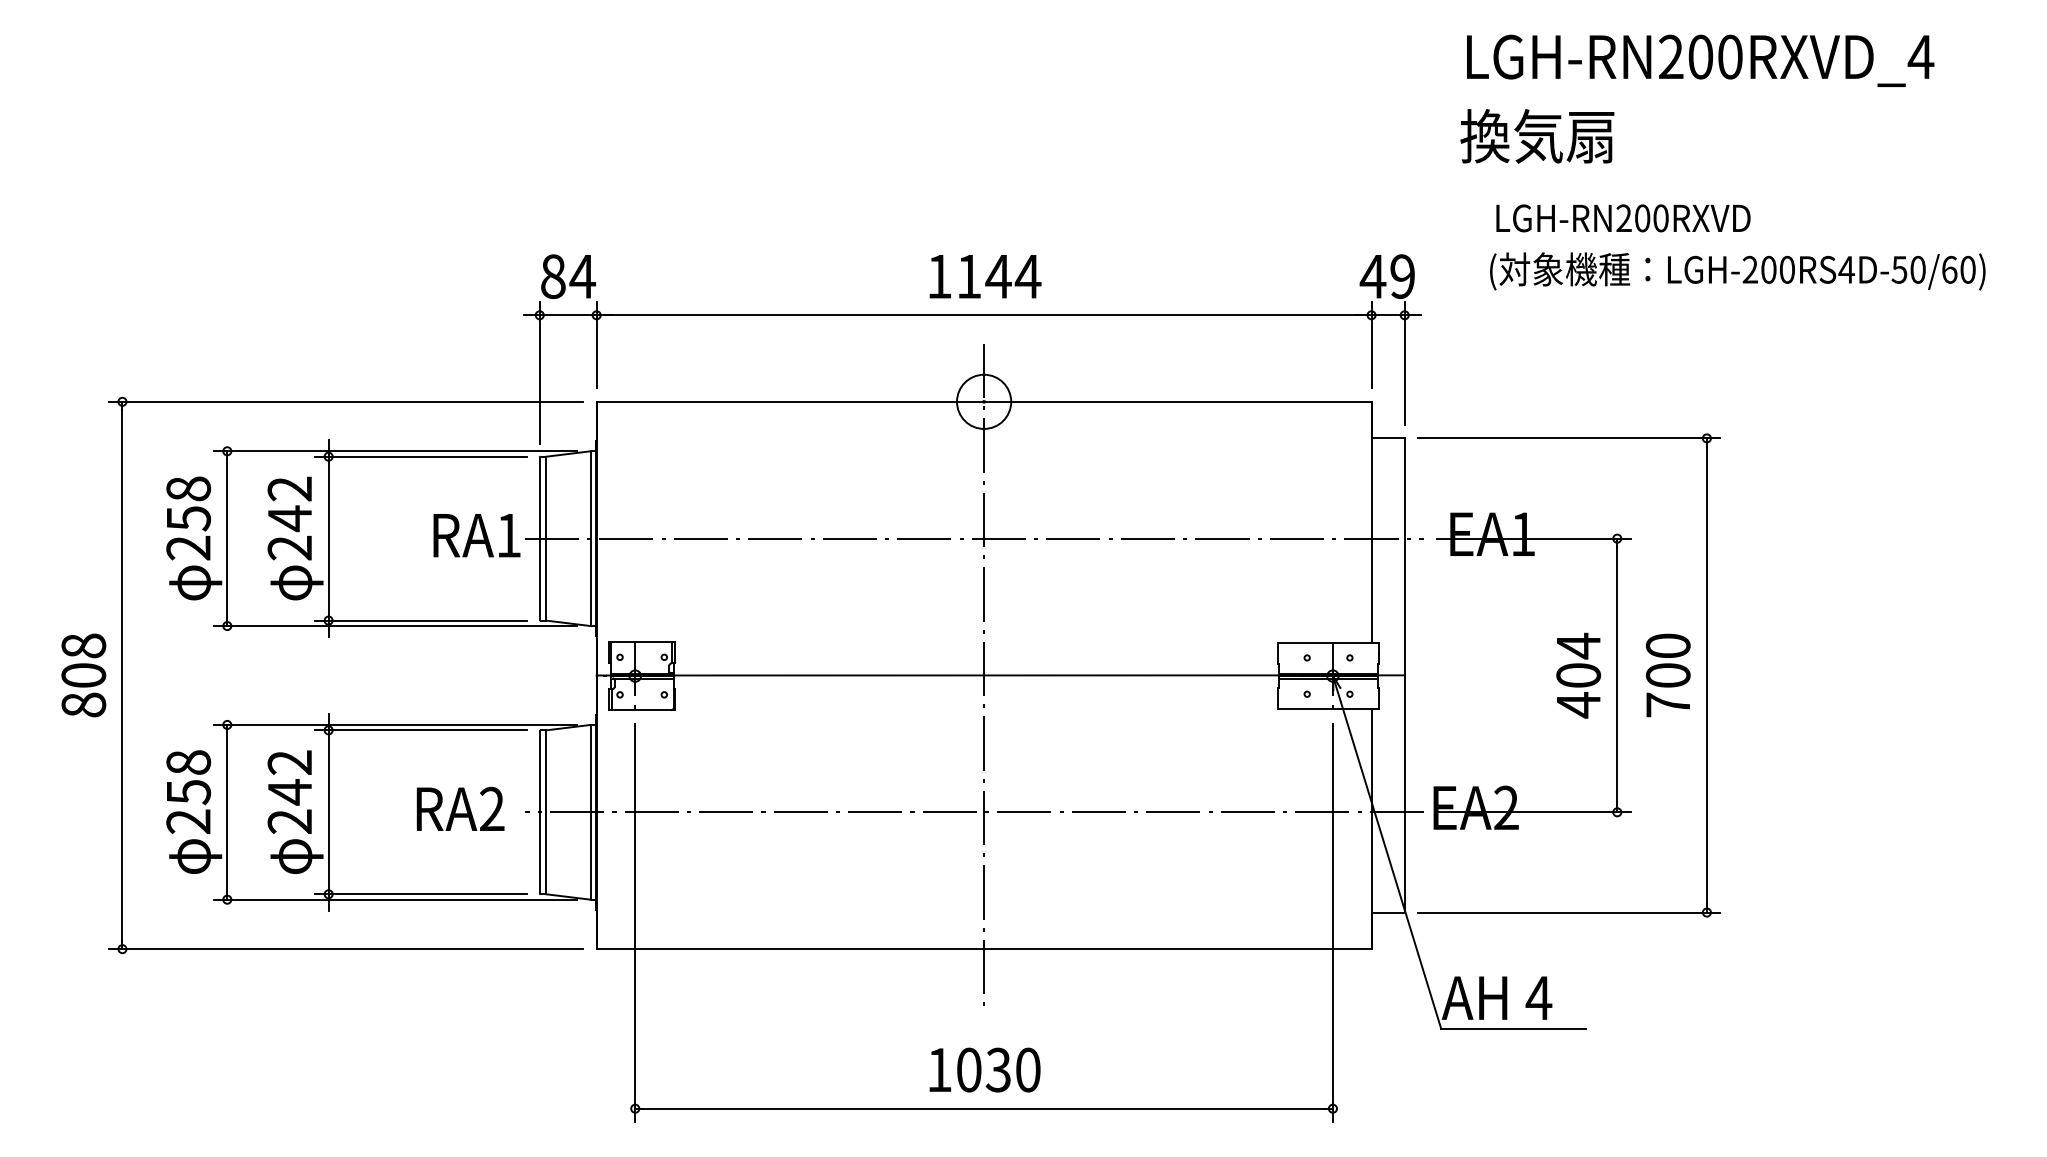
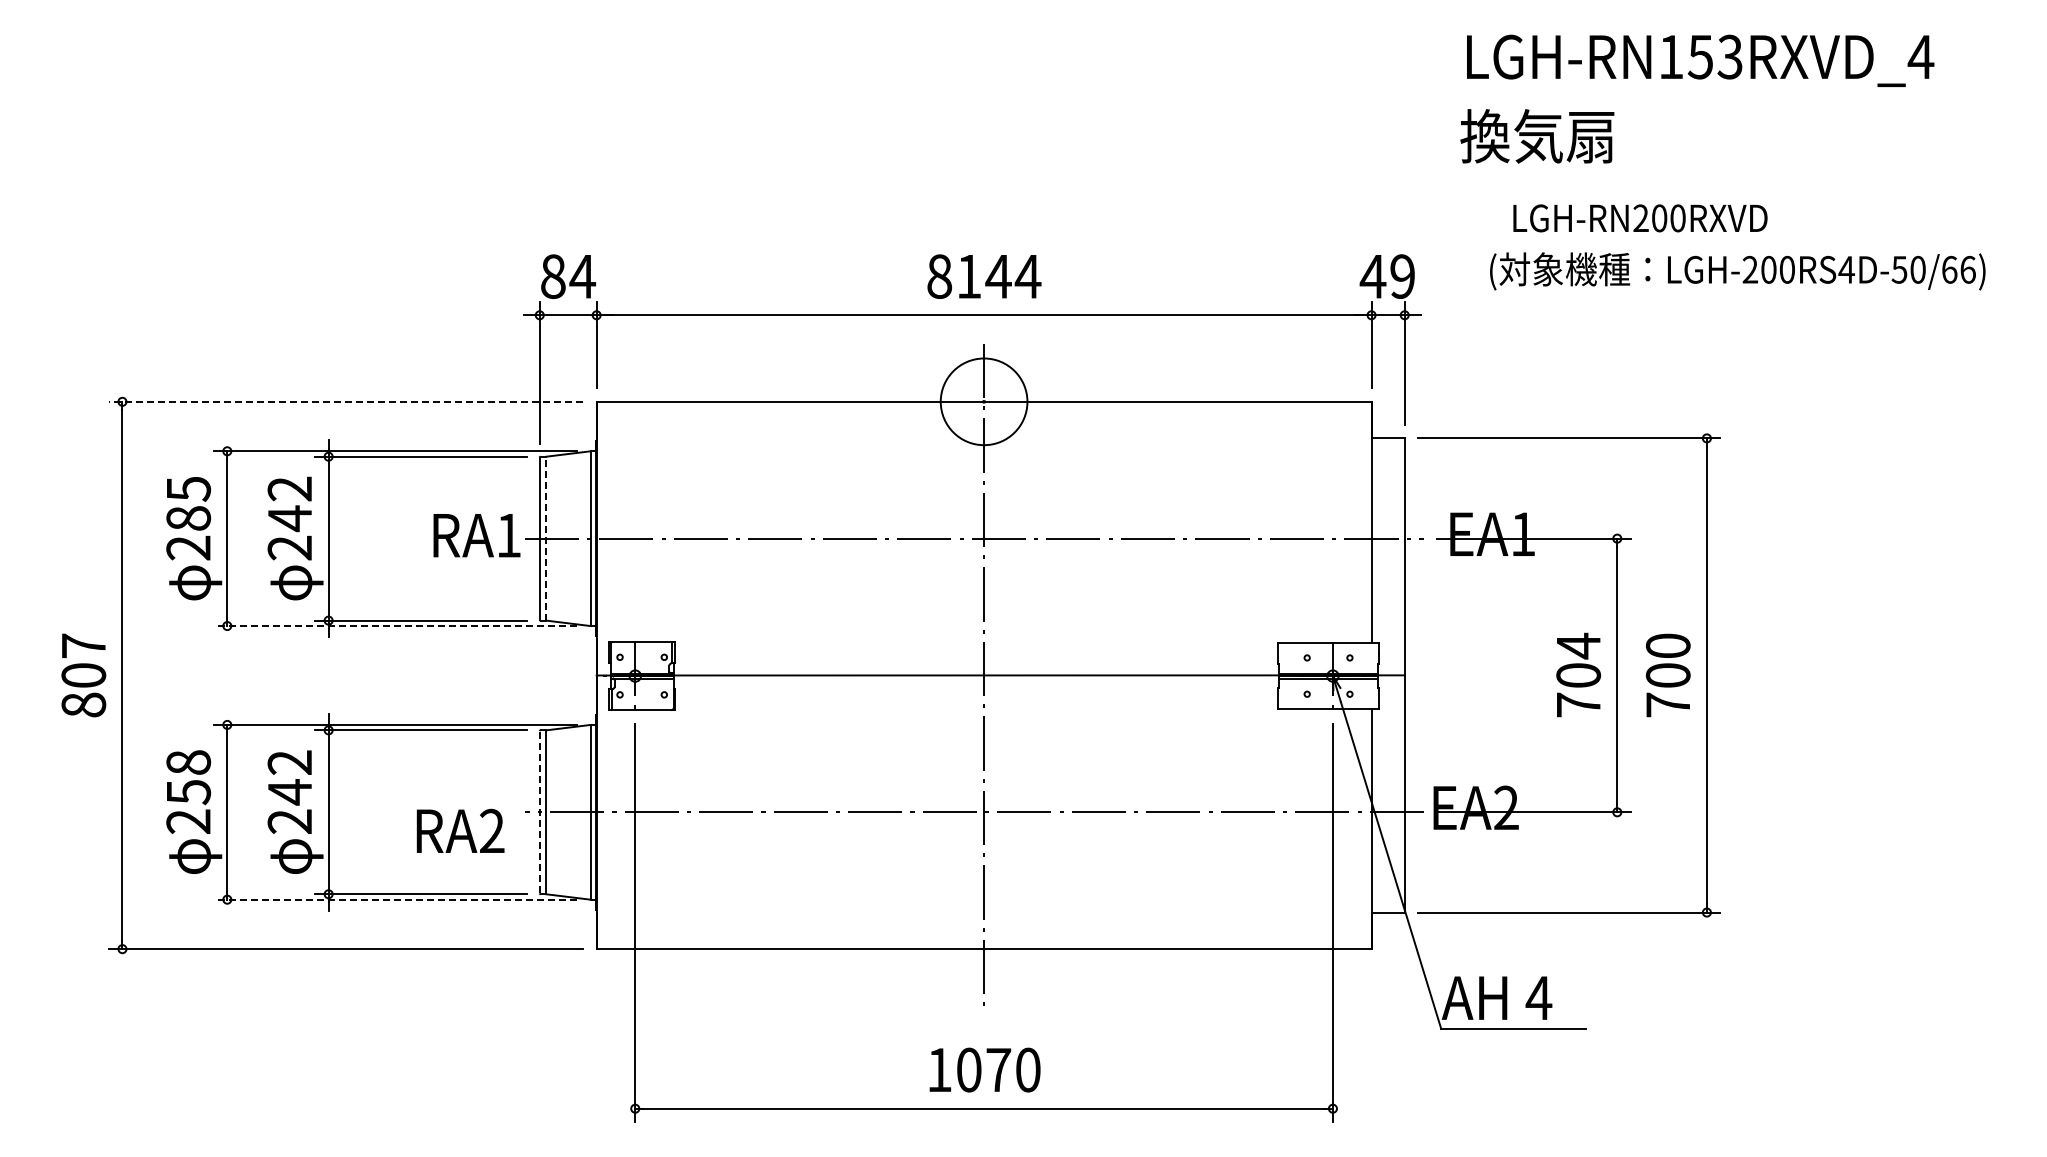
text at (1700, 56): LGH-RN200RXVD_4 -> LGH-RN153RXVD_4
text at (1623, 218) position: (1623, 218) -> (1640, 218)
text at (1967, 269): LGH-200RS4D-50/60) -> LGH-200RS4D-50/66)
text at (939, 276): 1144 -> 8144
line at (345, 401): solid -> dashed
circle at (984, 401) diameter: 54 px -> 87 px
text at (188, 503): 258 -> 285
line at (546, 538): solid -> dashed
line at (395, 626): solid -> dashed
text at (83, 645): 808 -> 807
text at (1578, 705): 404 -> 704
text at (460, 808) position: (460, 808) -> (460, 830)
line at (539, 811): solid -> dashed
line at (395, 899): solid -> dashed
text at (998, 1069): 1030 -> 1070
